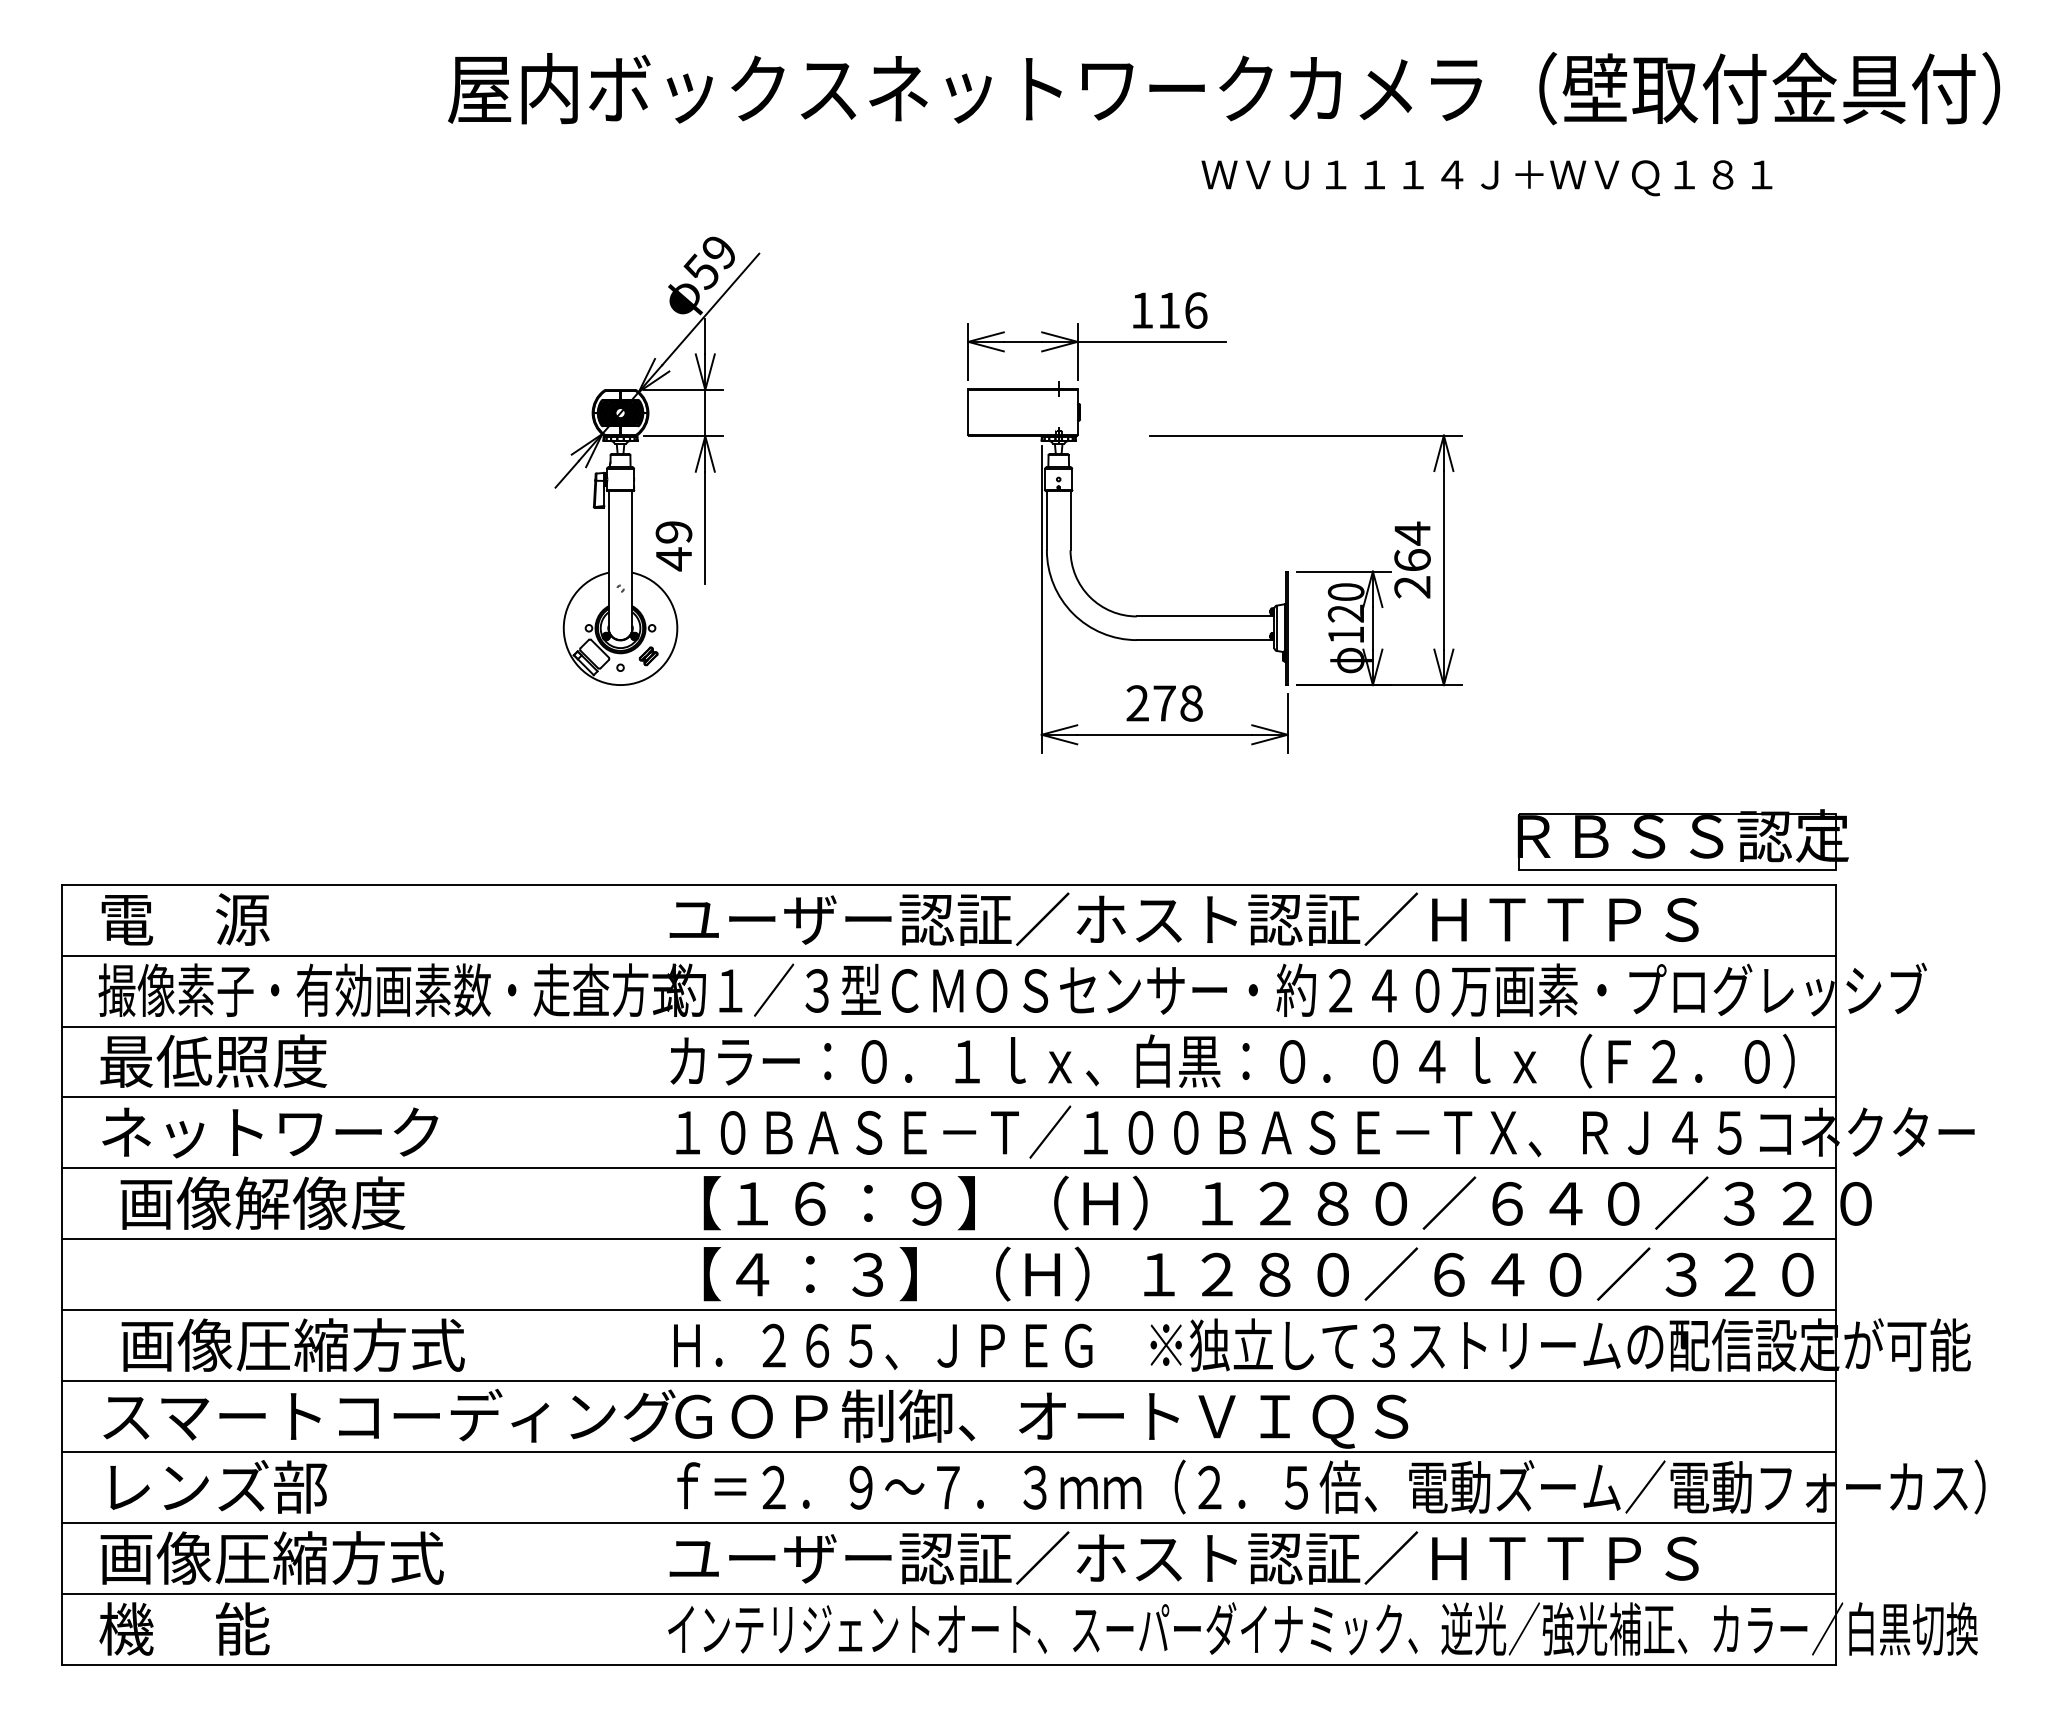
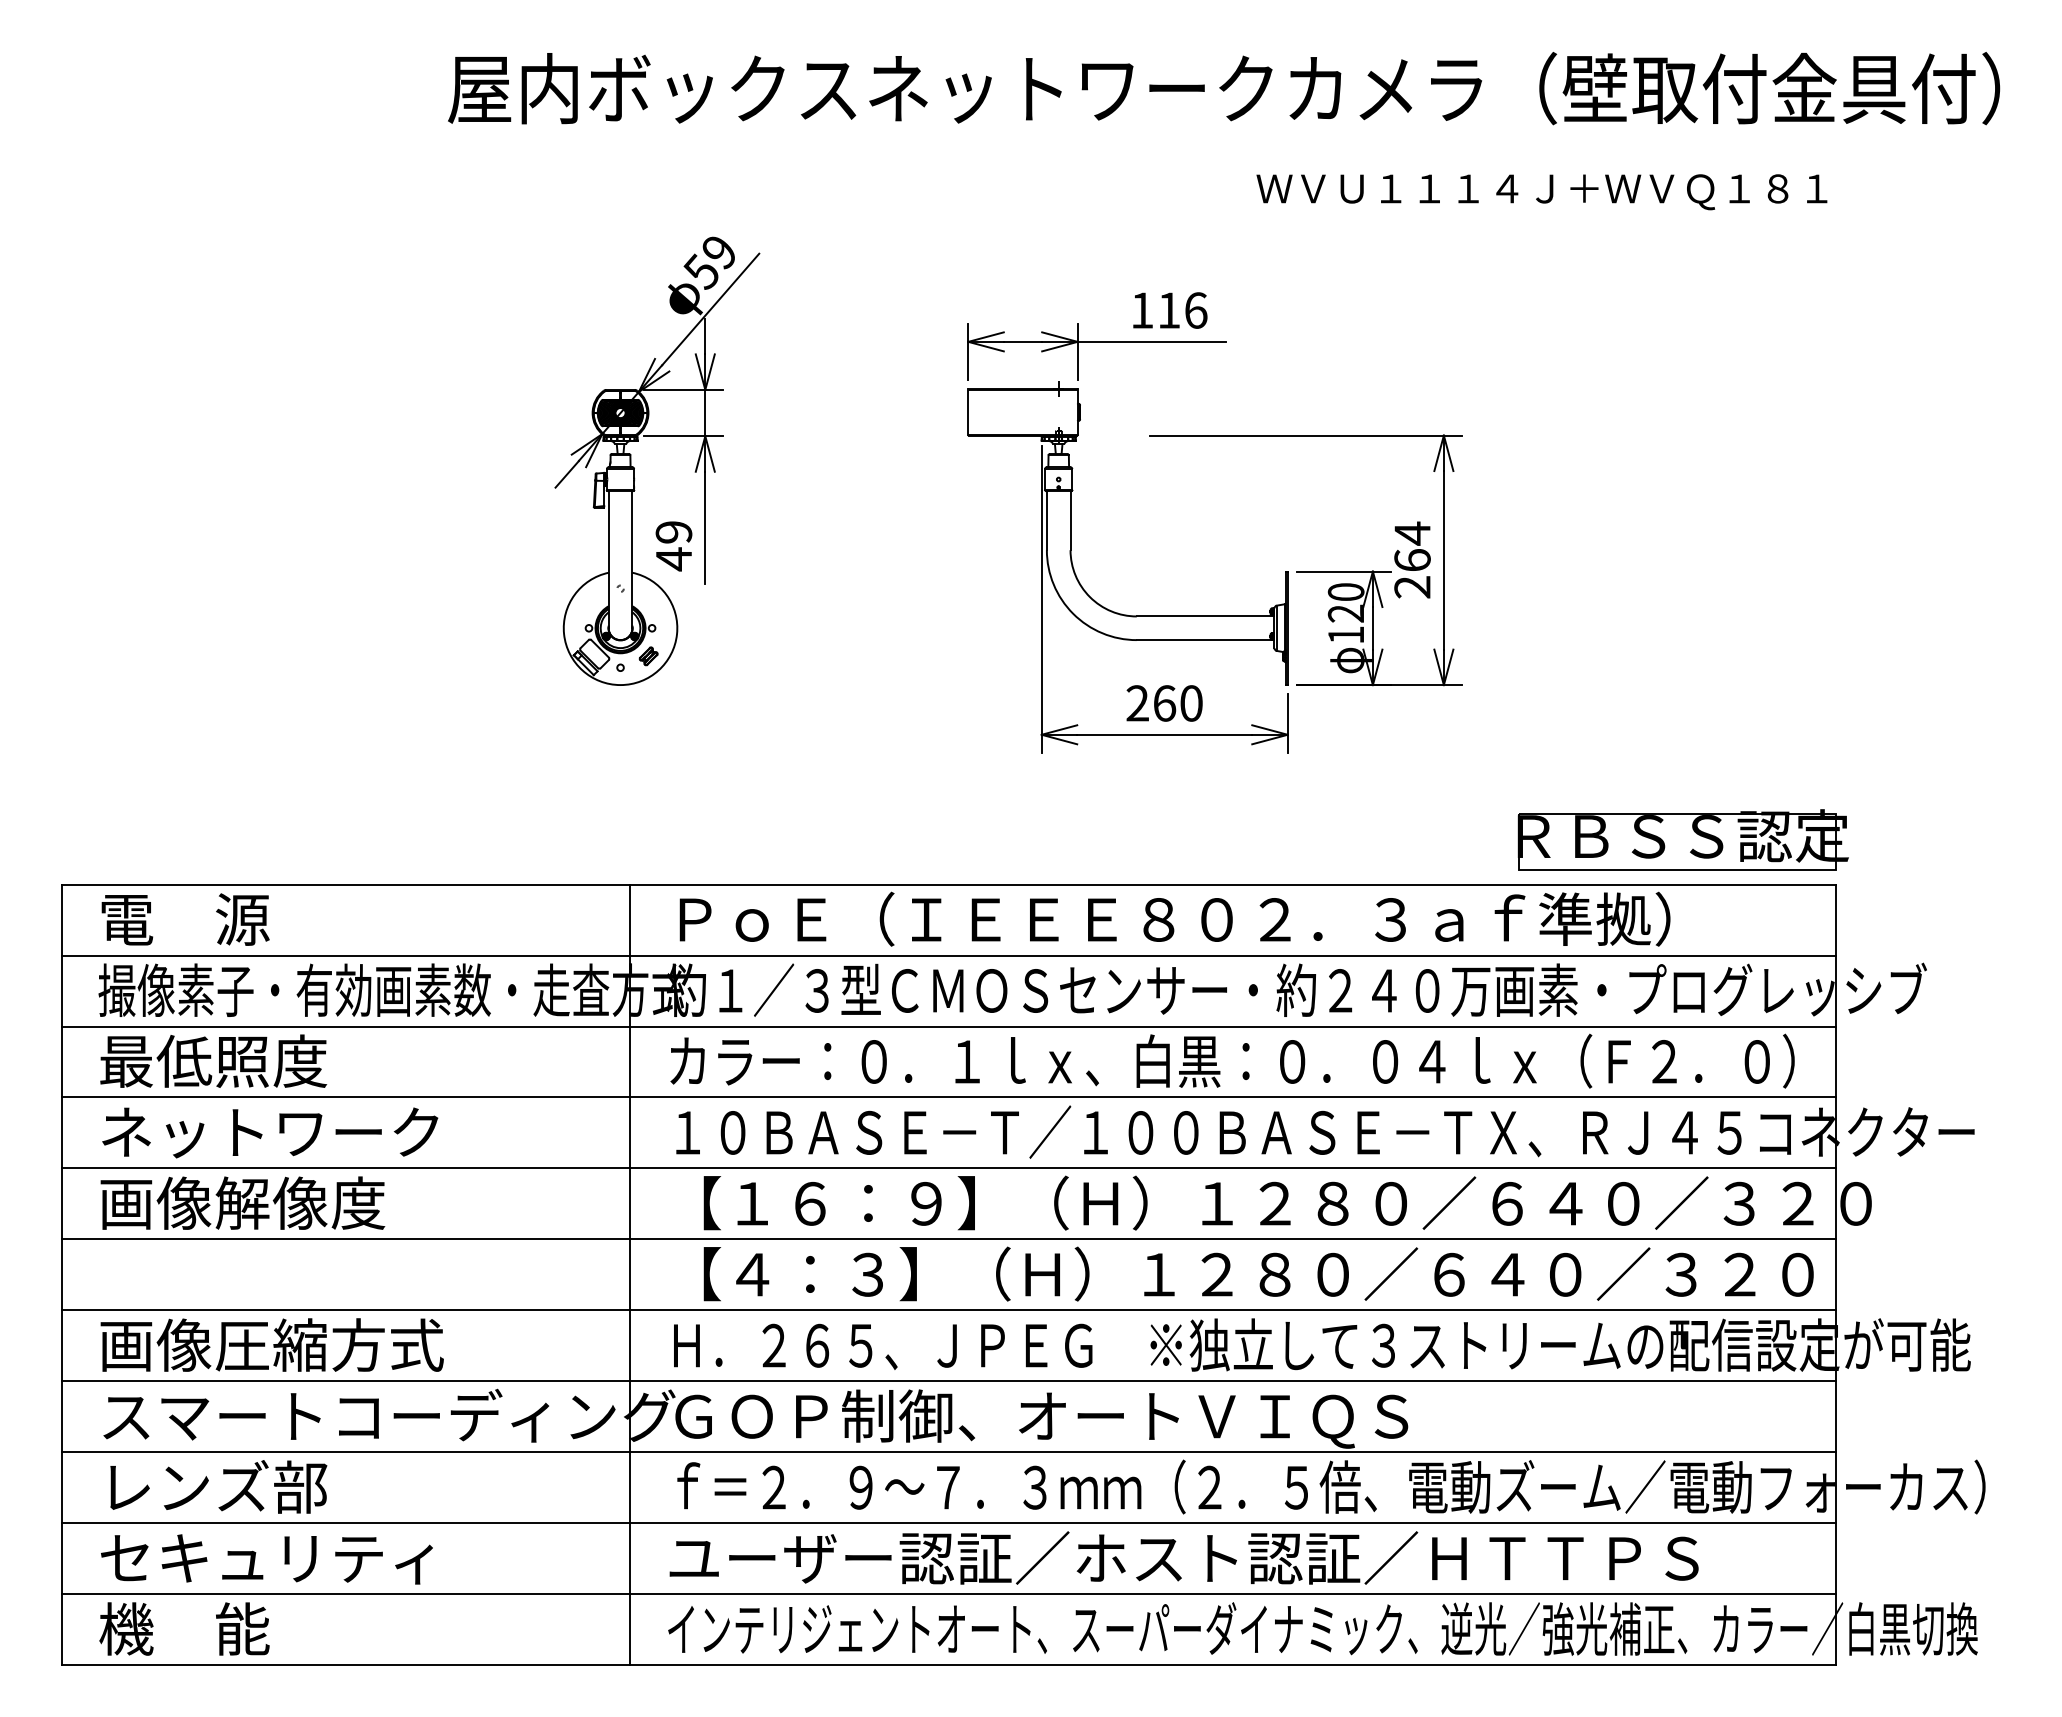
text at (1486, 178) position: (1486, 178) -> (1541, 192)
text at (1177, 703): 278 -> 260
text at (1183, 918): ユーザー認証／ホスト認証／ＨＴＴＰＳ -> ＰｏＥ（ＩＥＥＥ８０２．３ａｆ準拠）
text at (262, 1202) position: (262, 1202) -> (242, 1202)
line at (629, 1274): none -> present
text at (292, 1344) position: (292, 1344) -> (271, 1344)
text at (271, 1557): 画像圧縮方式 -> セキュリティ
